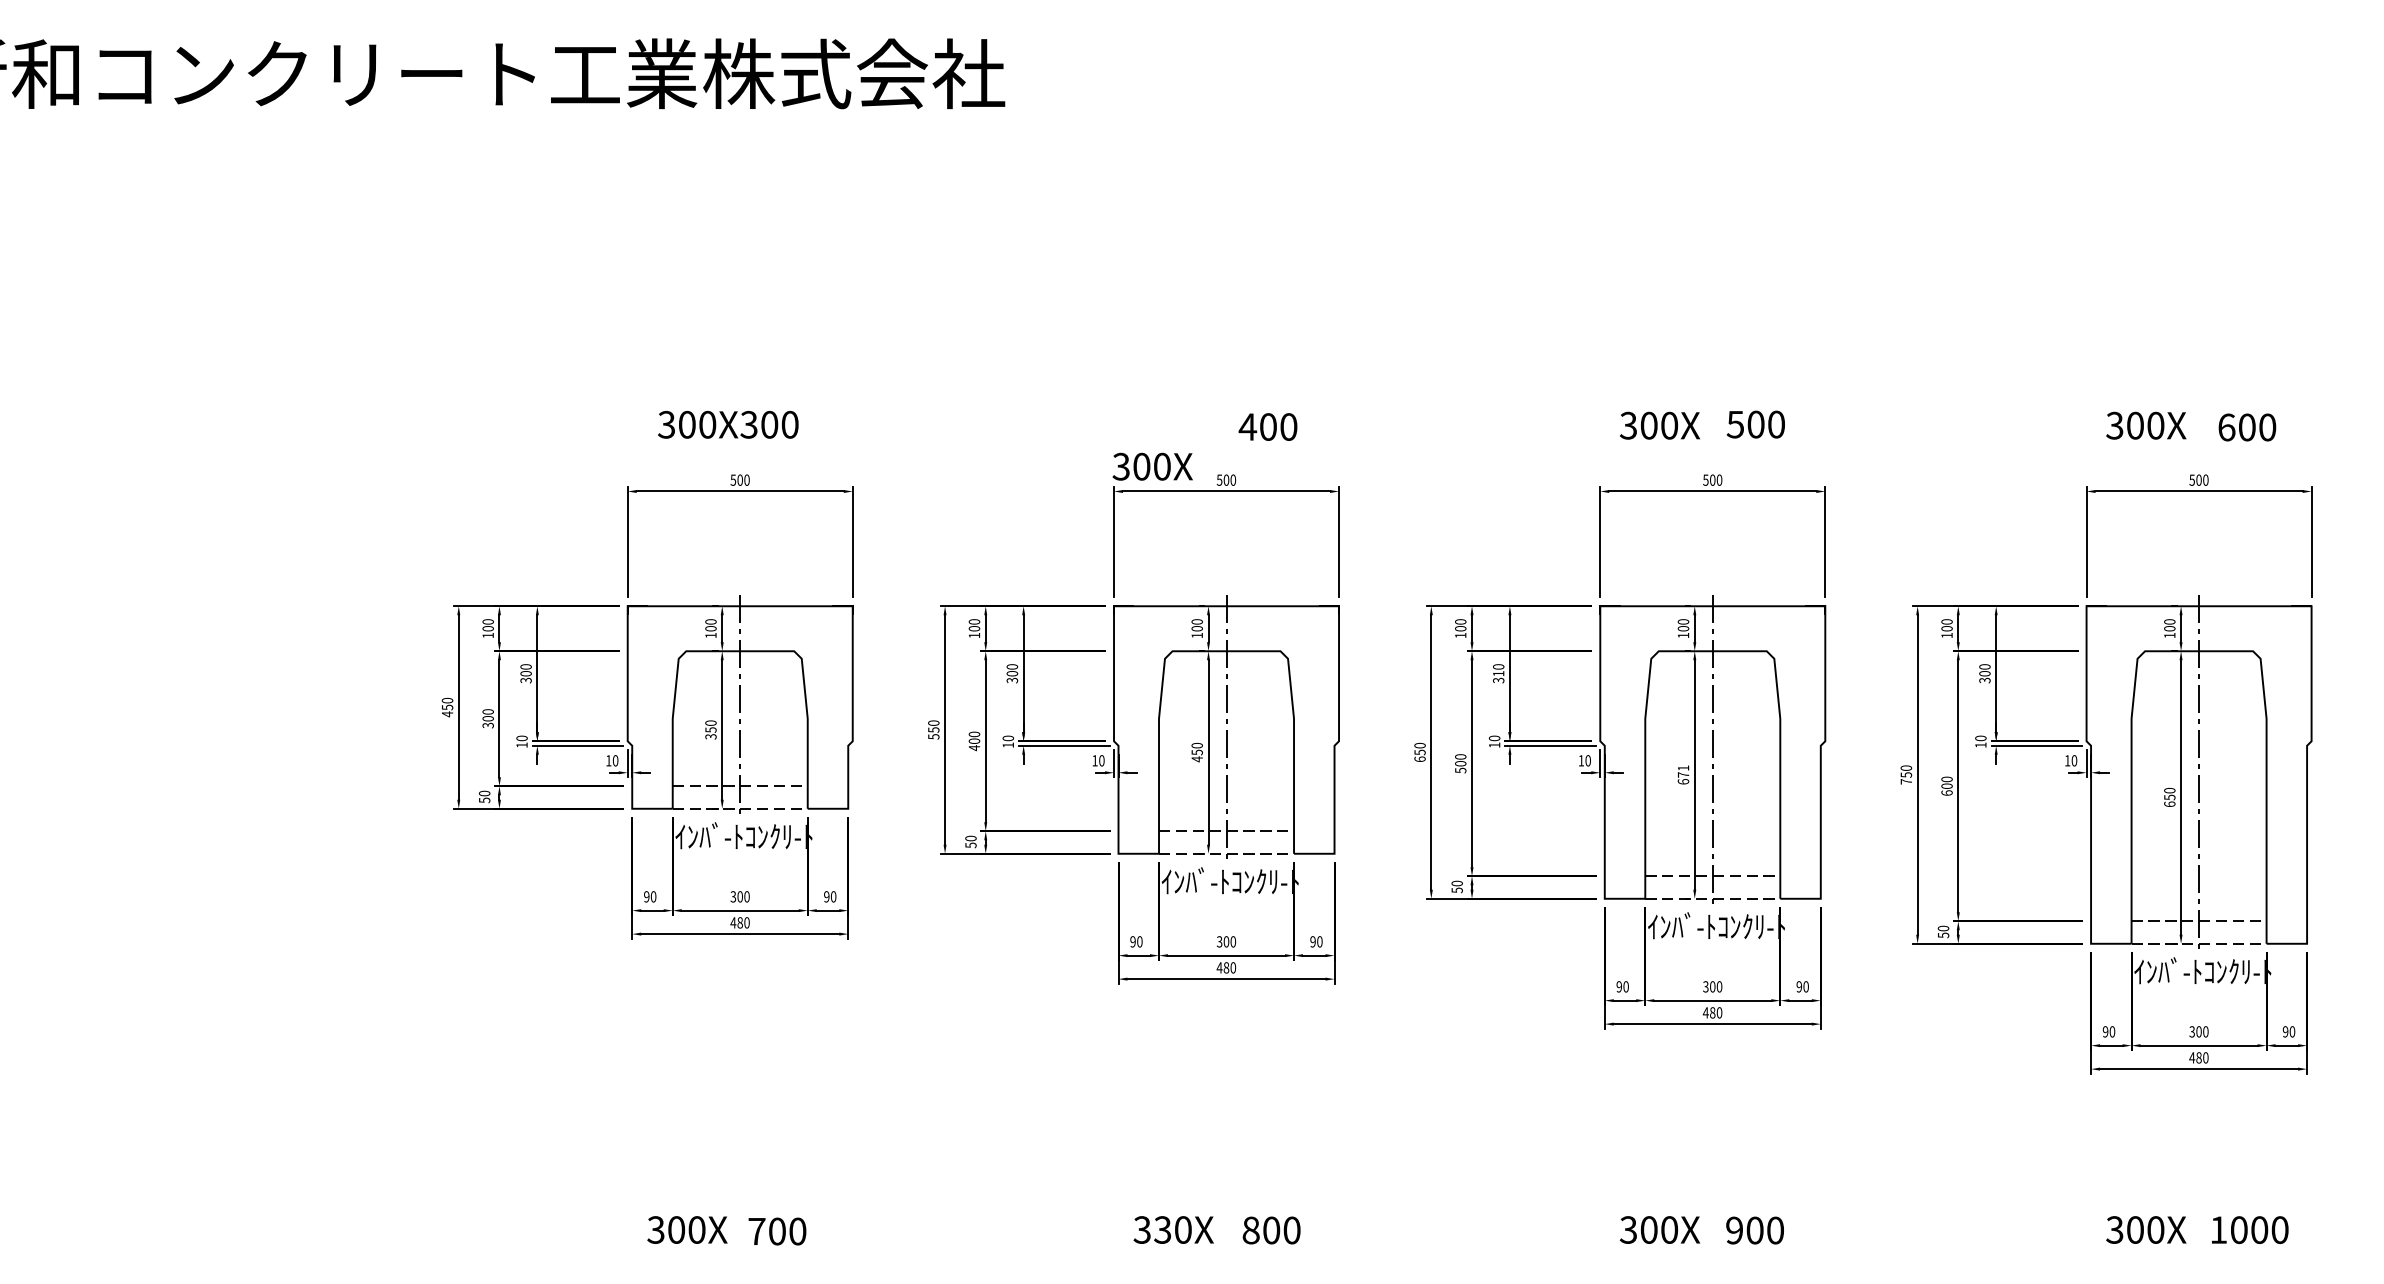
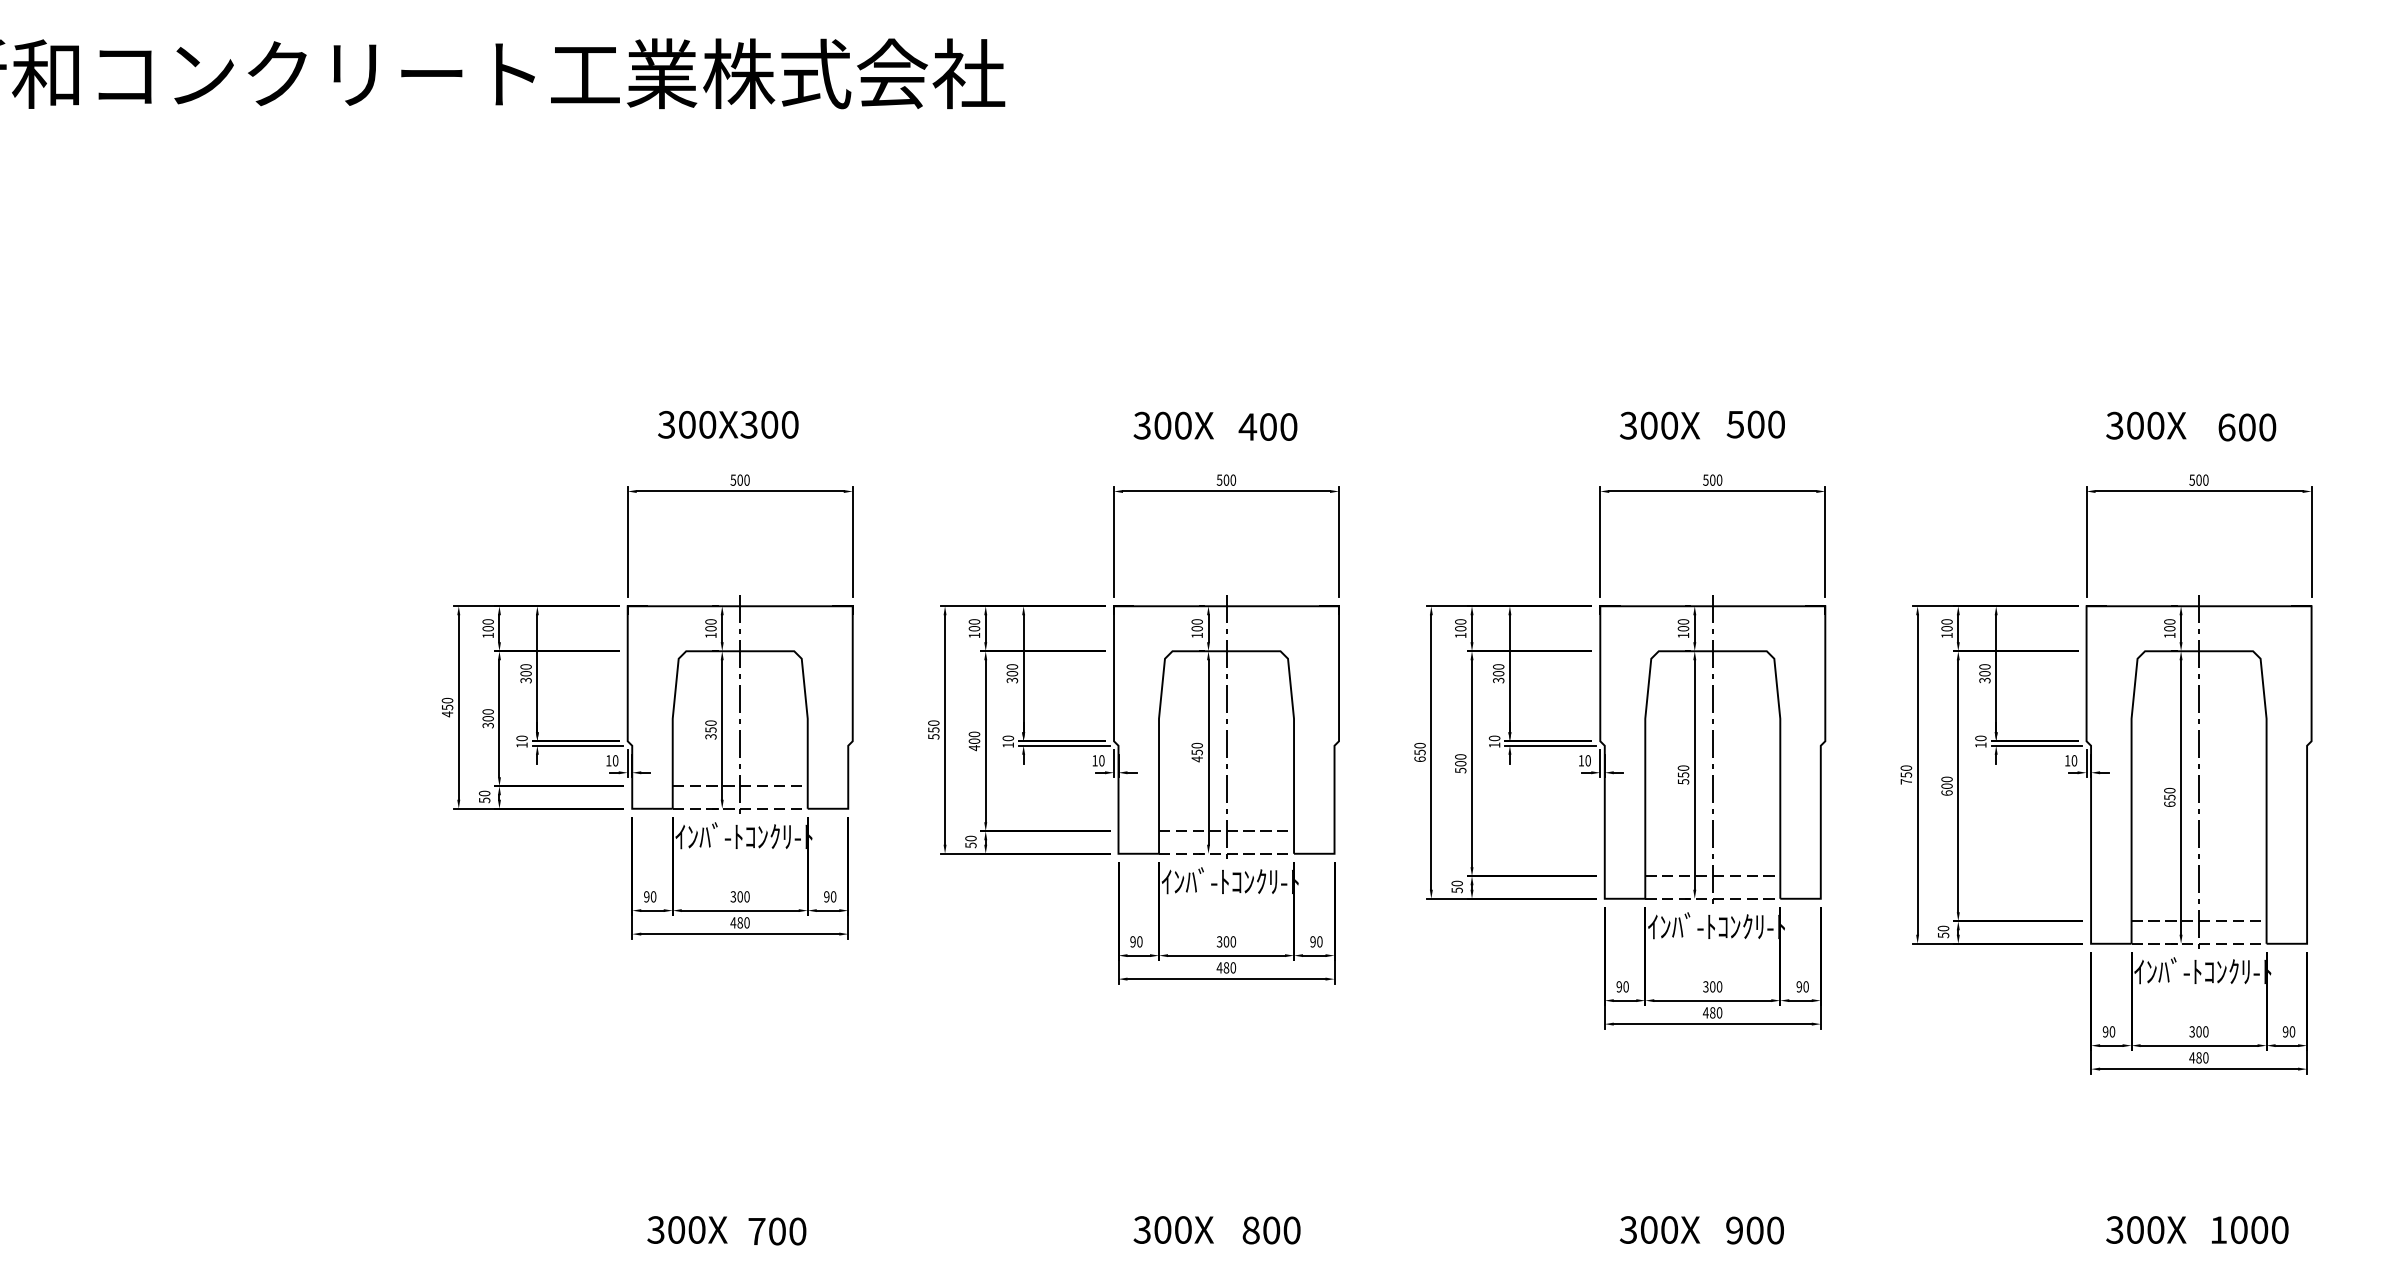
text at (1152, 466) position: (1152, 466) -> (1173, 425)
text at (1498, 673): 310 -> 300
text at (1683, 774): 671 -> 550
text at (1162, 1229): 330X -> 300X
